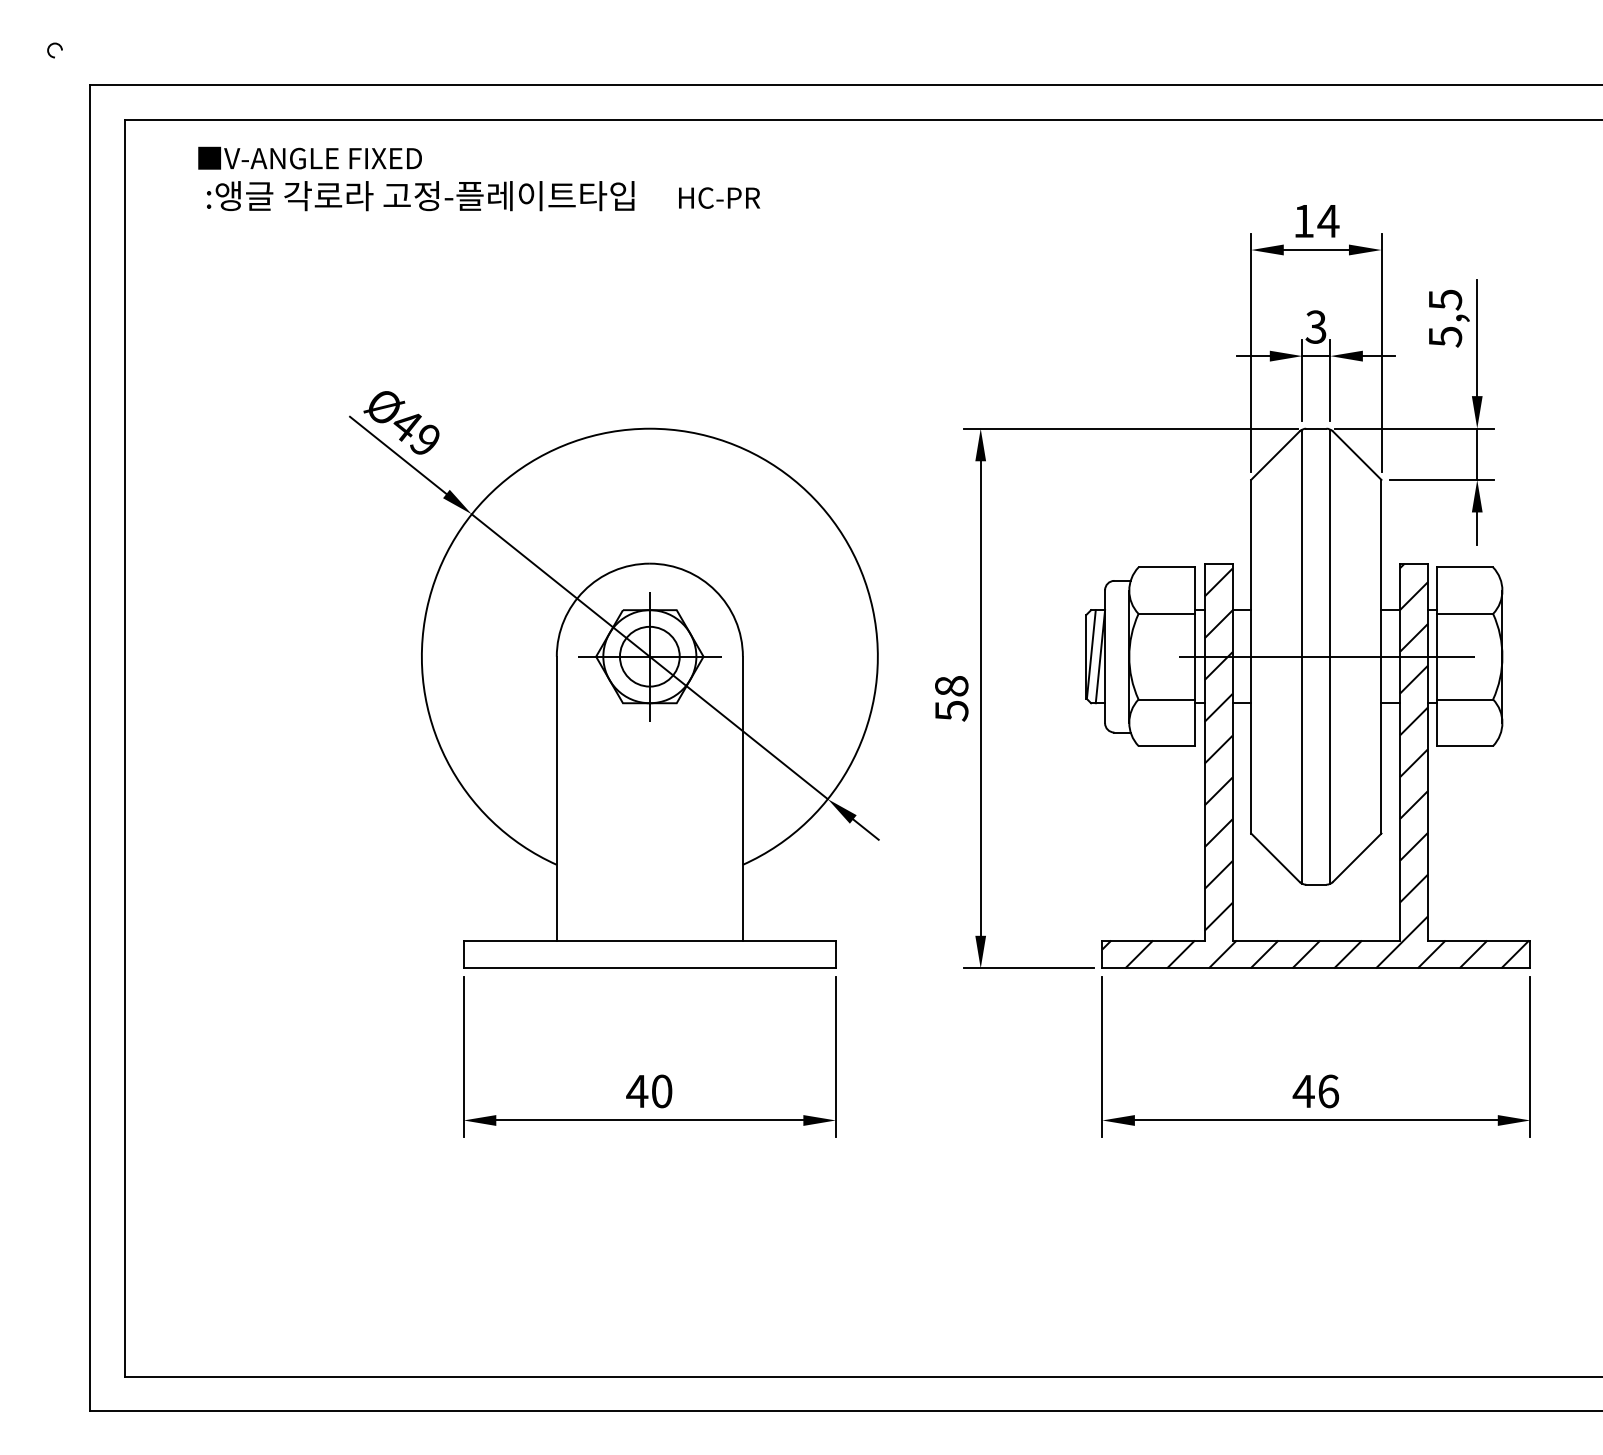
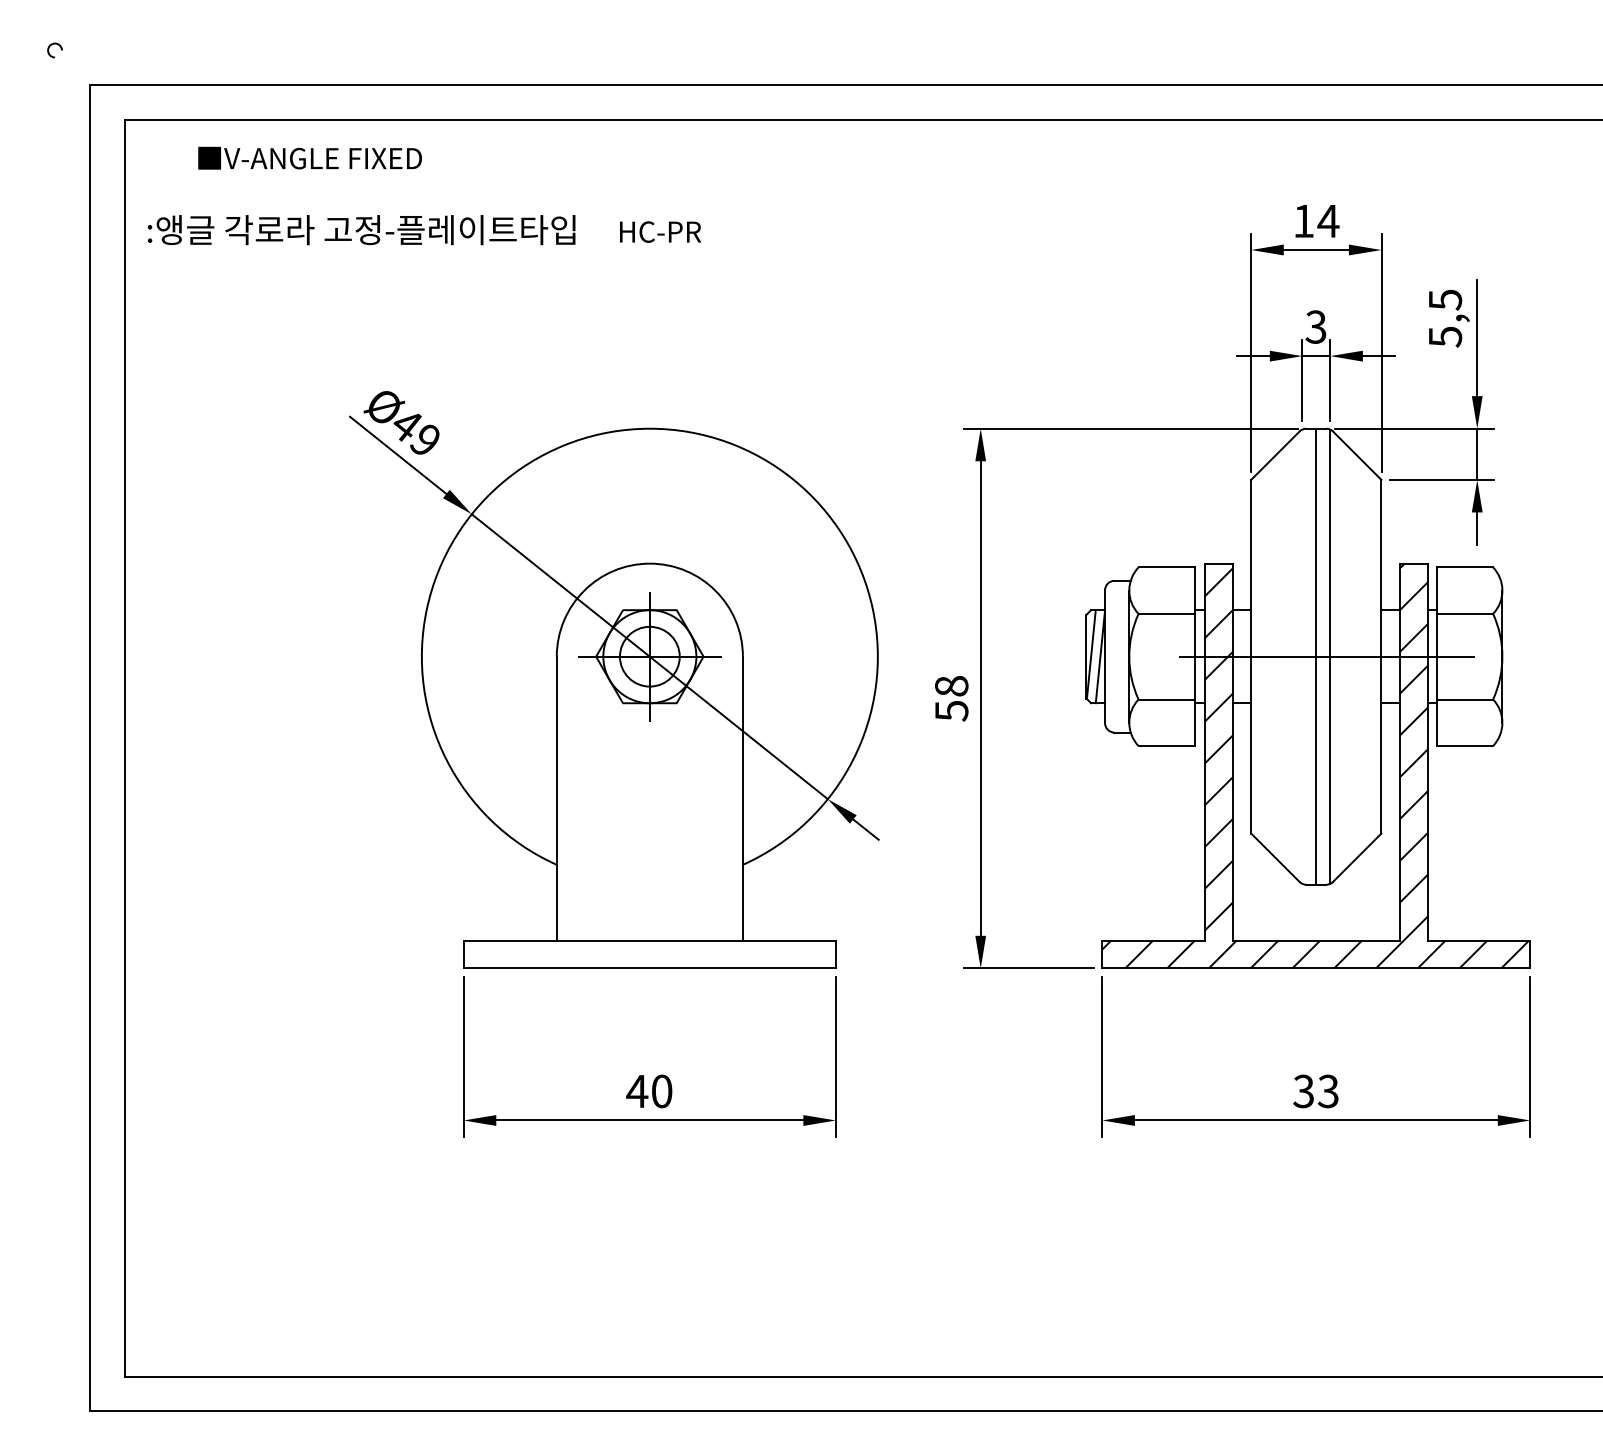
text at (483, 196) position: (483, 196) -> (424, 230)
line at (1302, 656) position: (1302, 656) -> (1316, 656)
text at (1315, 1091): 46 -> 33
